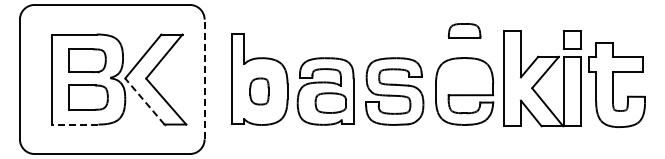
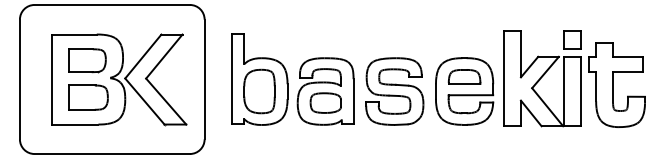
part at (464, 30) position: (464, 30) -> (464, 76)
line at (204, 79): dashed -> solid
part at (259, 91) size: 21x29 px -> 33x47 px
line at (144, 101): dashed -> solid
part at (330, 102) position: (330, 102) -> (325, 102)
line at (74, 124): dashed -> solid
